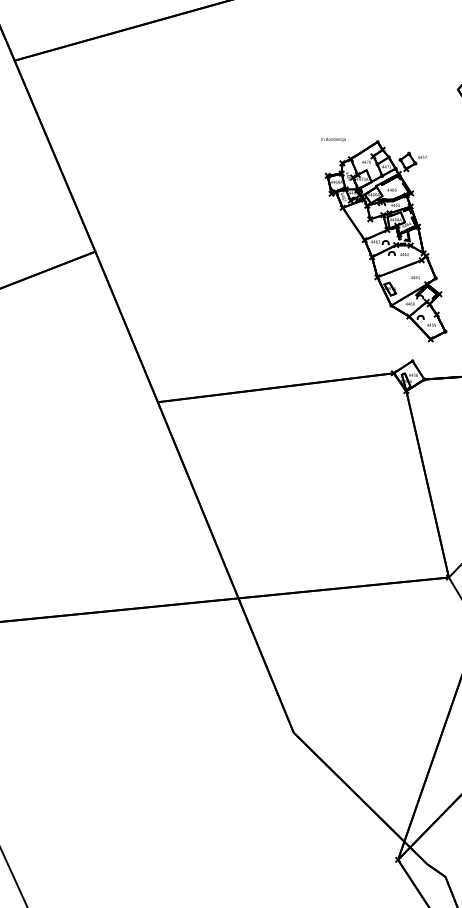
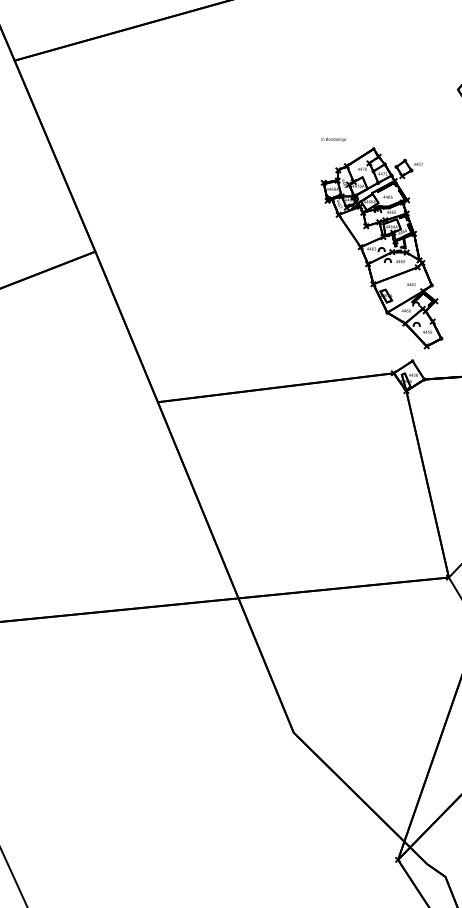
part at (385, 241) position: (385, 241) -> (381, 248)
